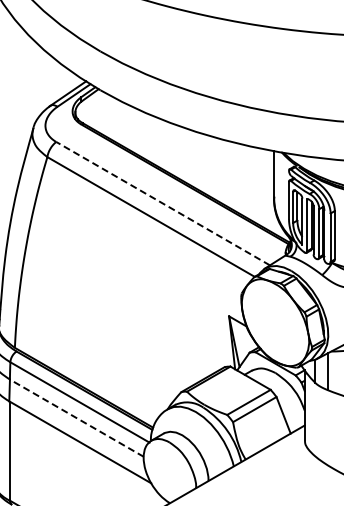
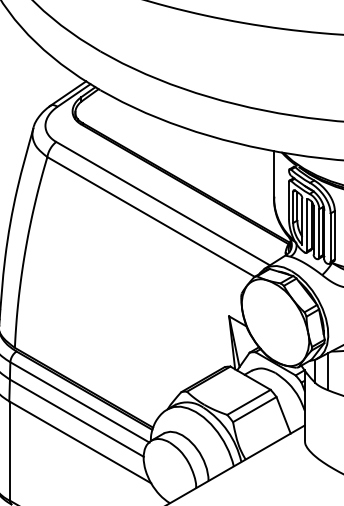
line at (162, 203): dashed -> solid
line at (76, 417): dashed -> solid
